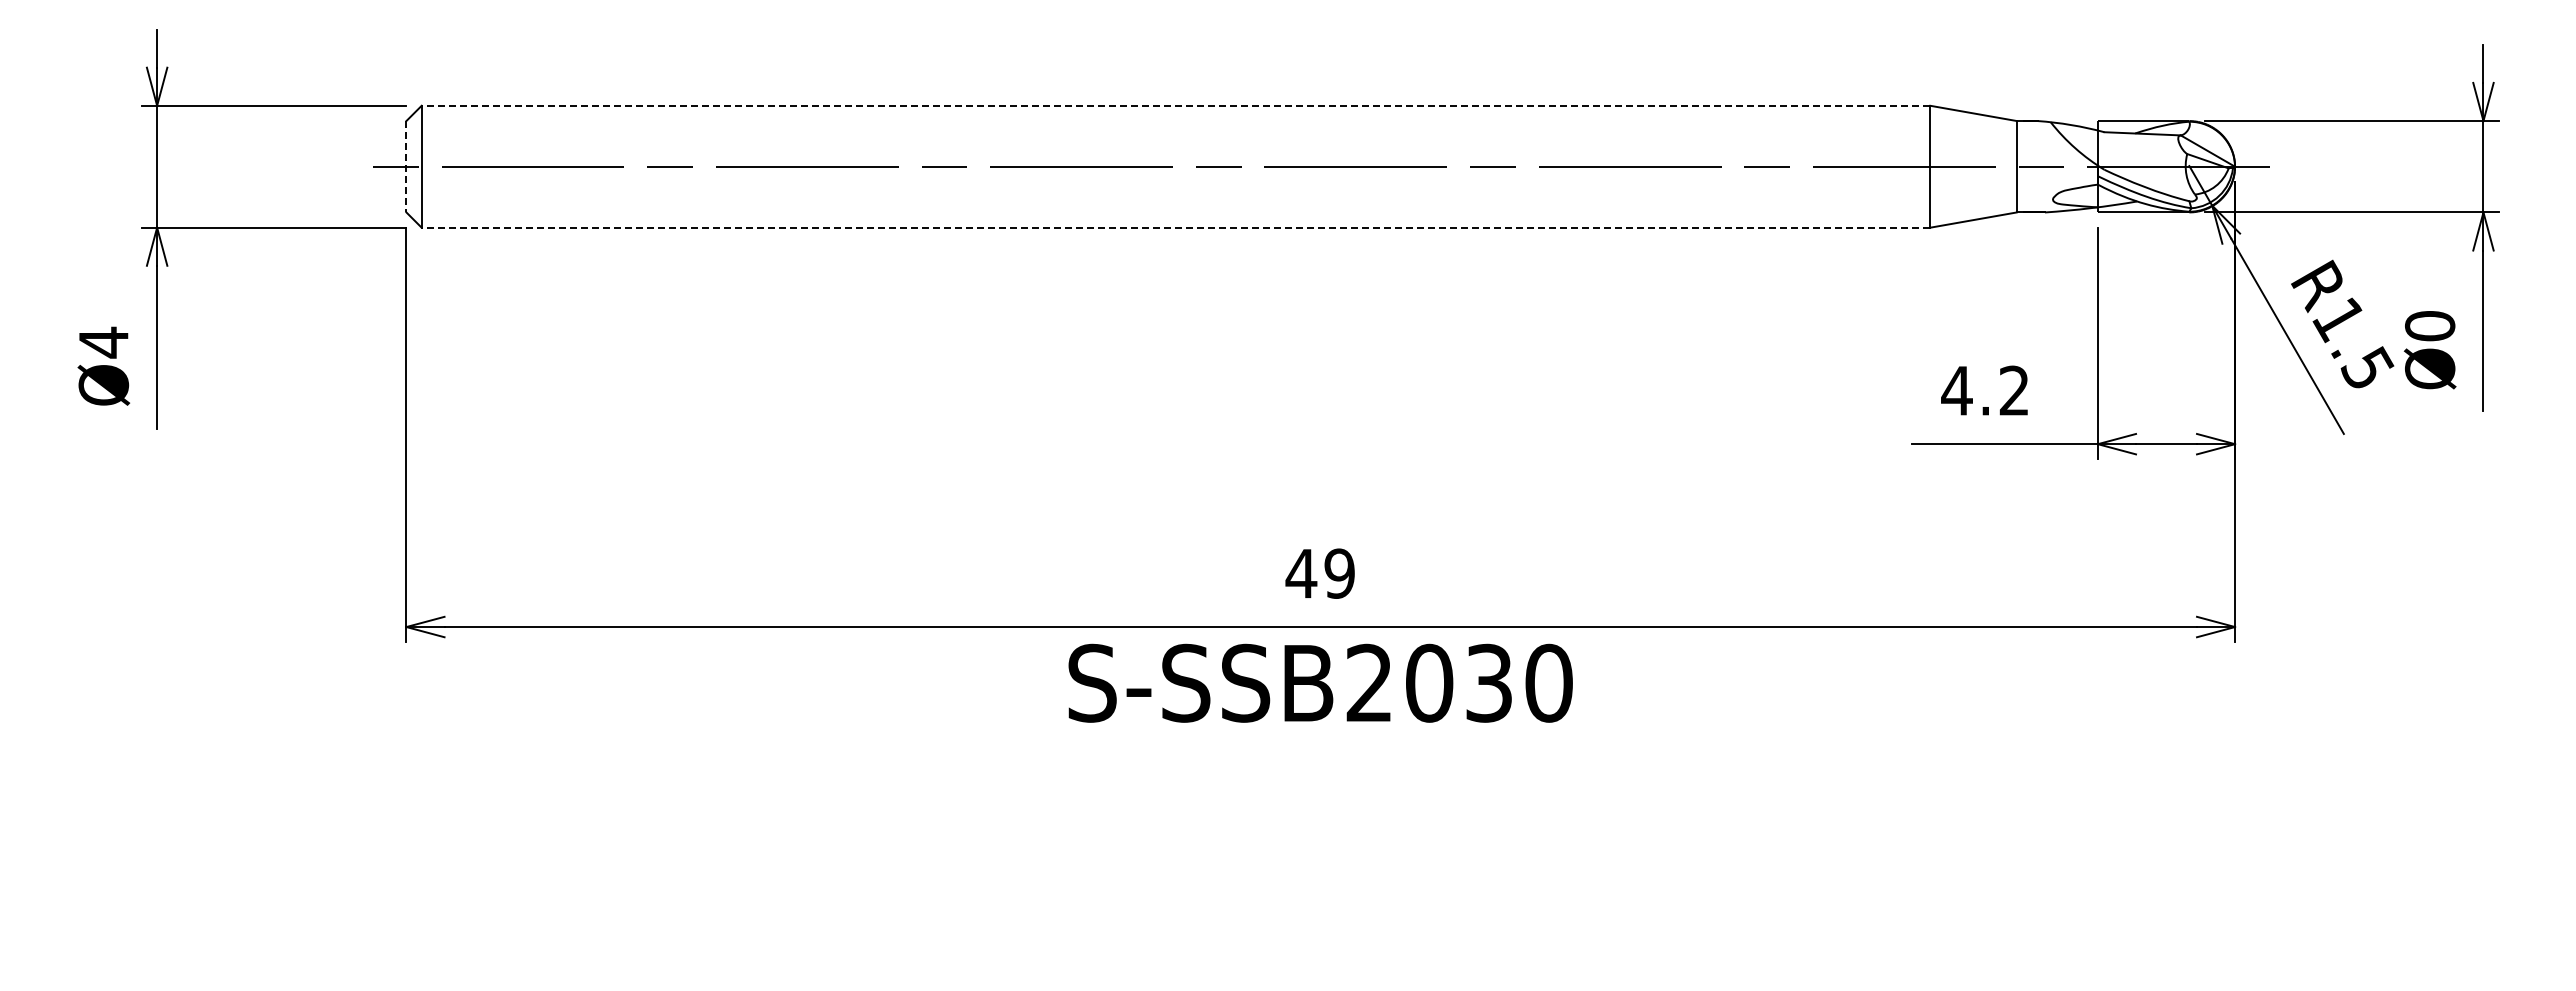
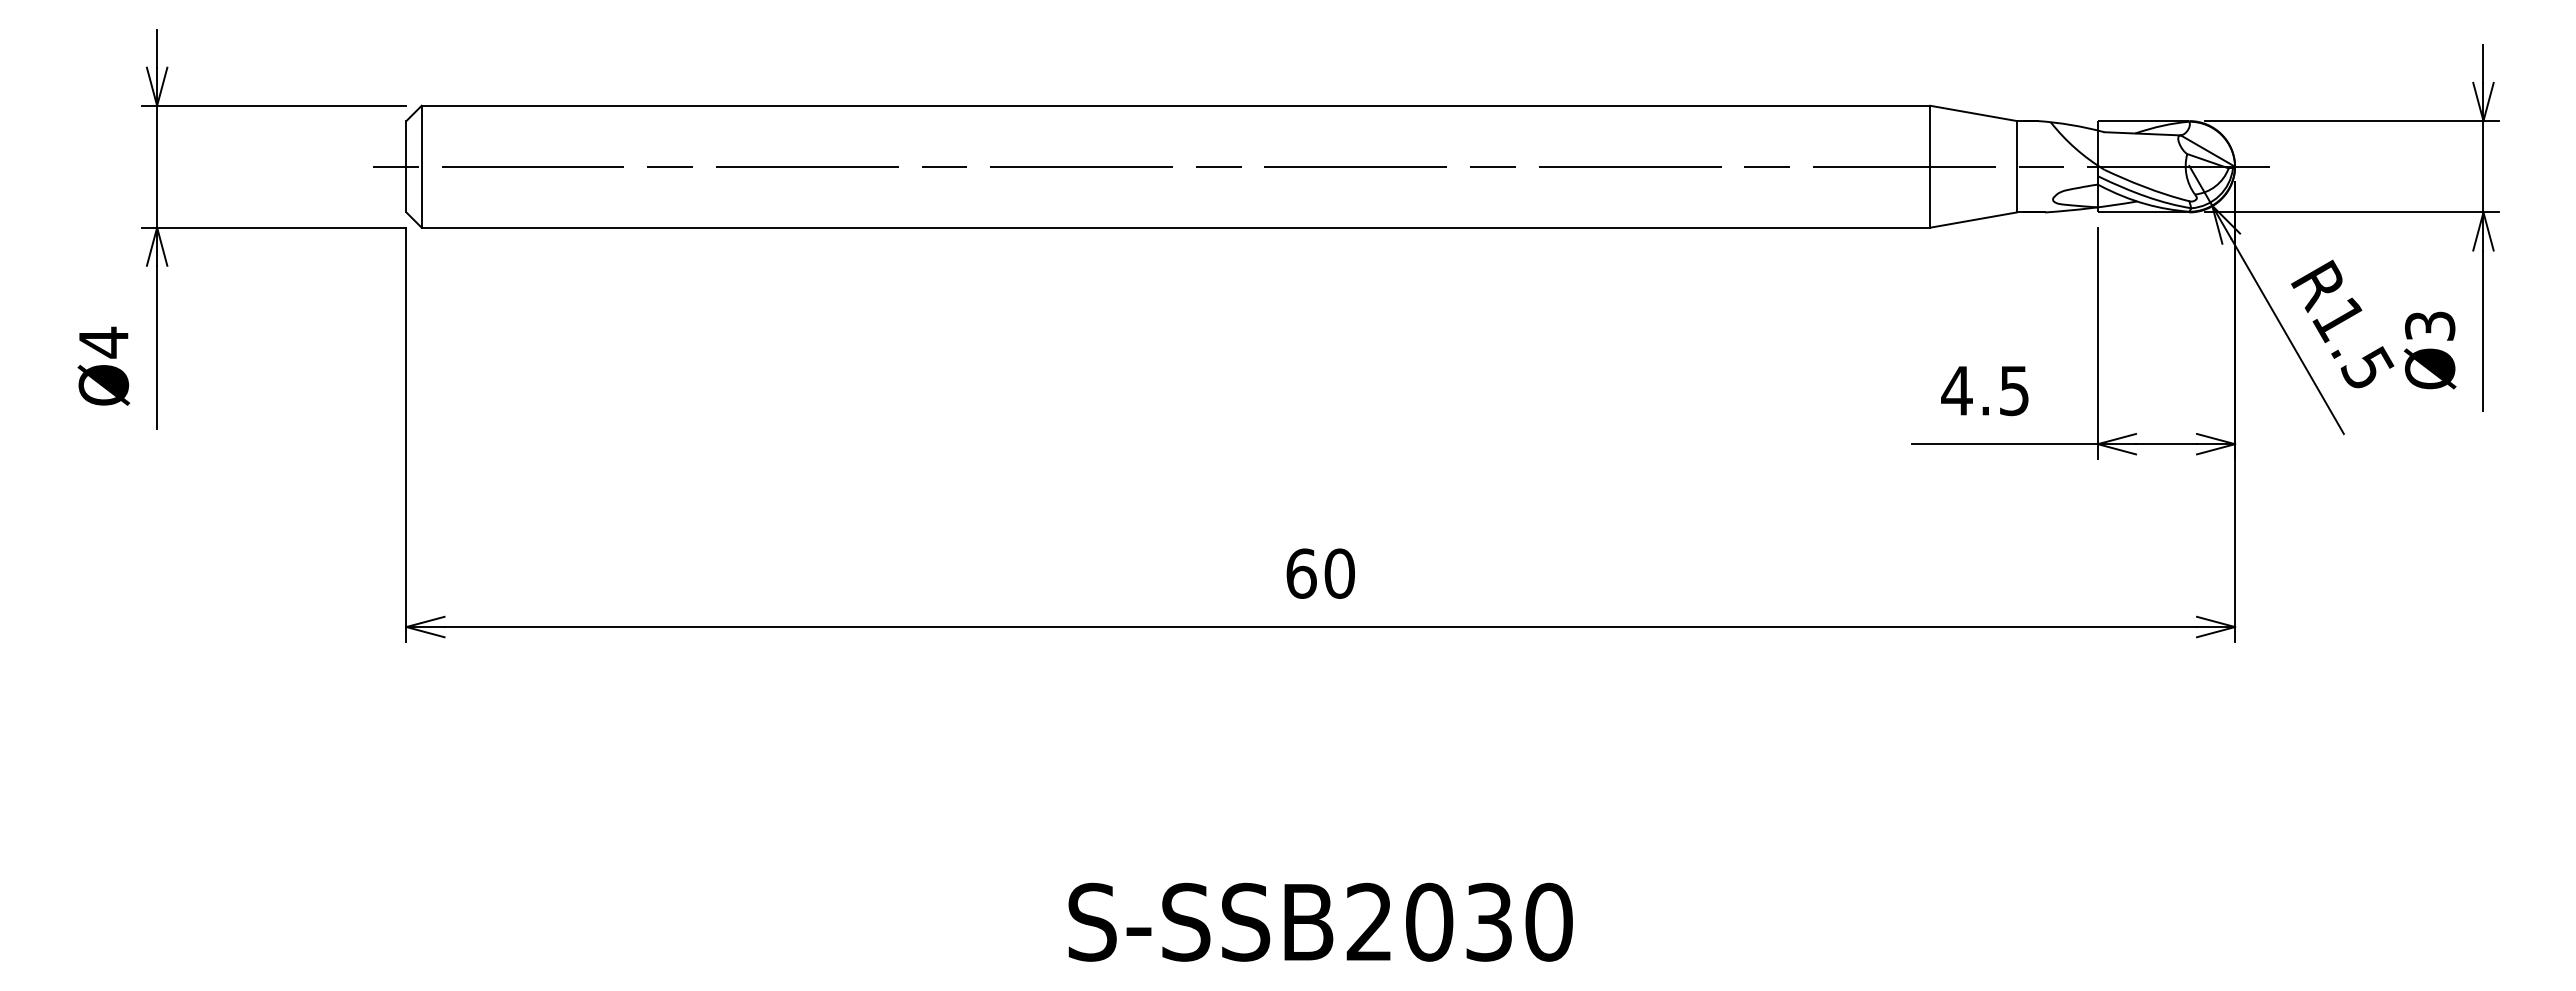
line at (1175, 105): dashed -> solid
line at (406, 166): dashed -> solid
line at (1175, 227): dashed -> solid
text at (2430, 326): Ø0 -> Ø3
text at (2013, 390): 4.2 -> 4.5
text at (1319, 573): 49 -> 60
text at (1320, 682) position: (1320, 682) -> (1320, 921)
